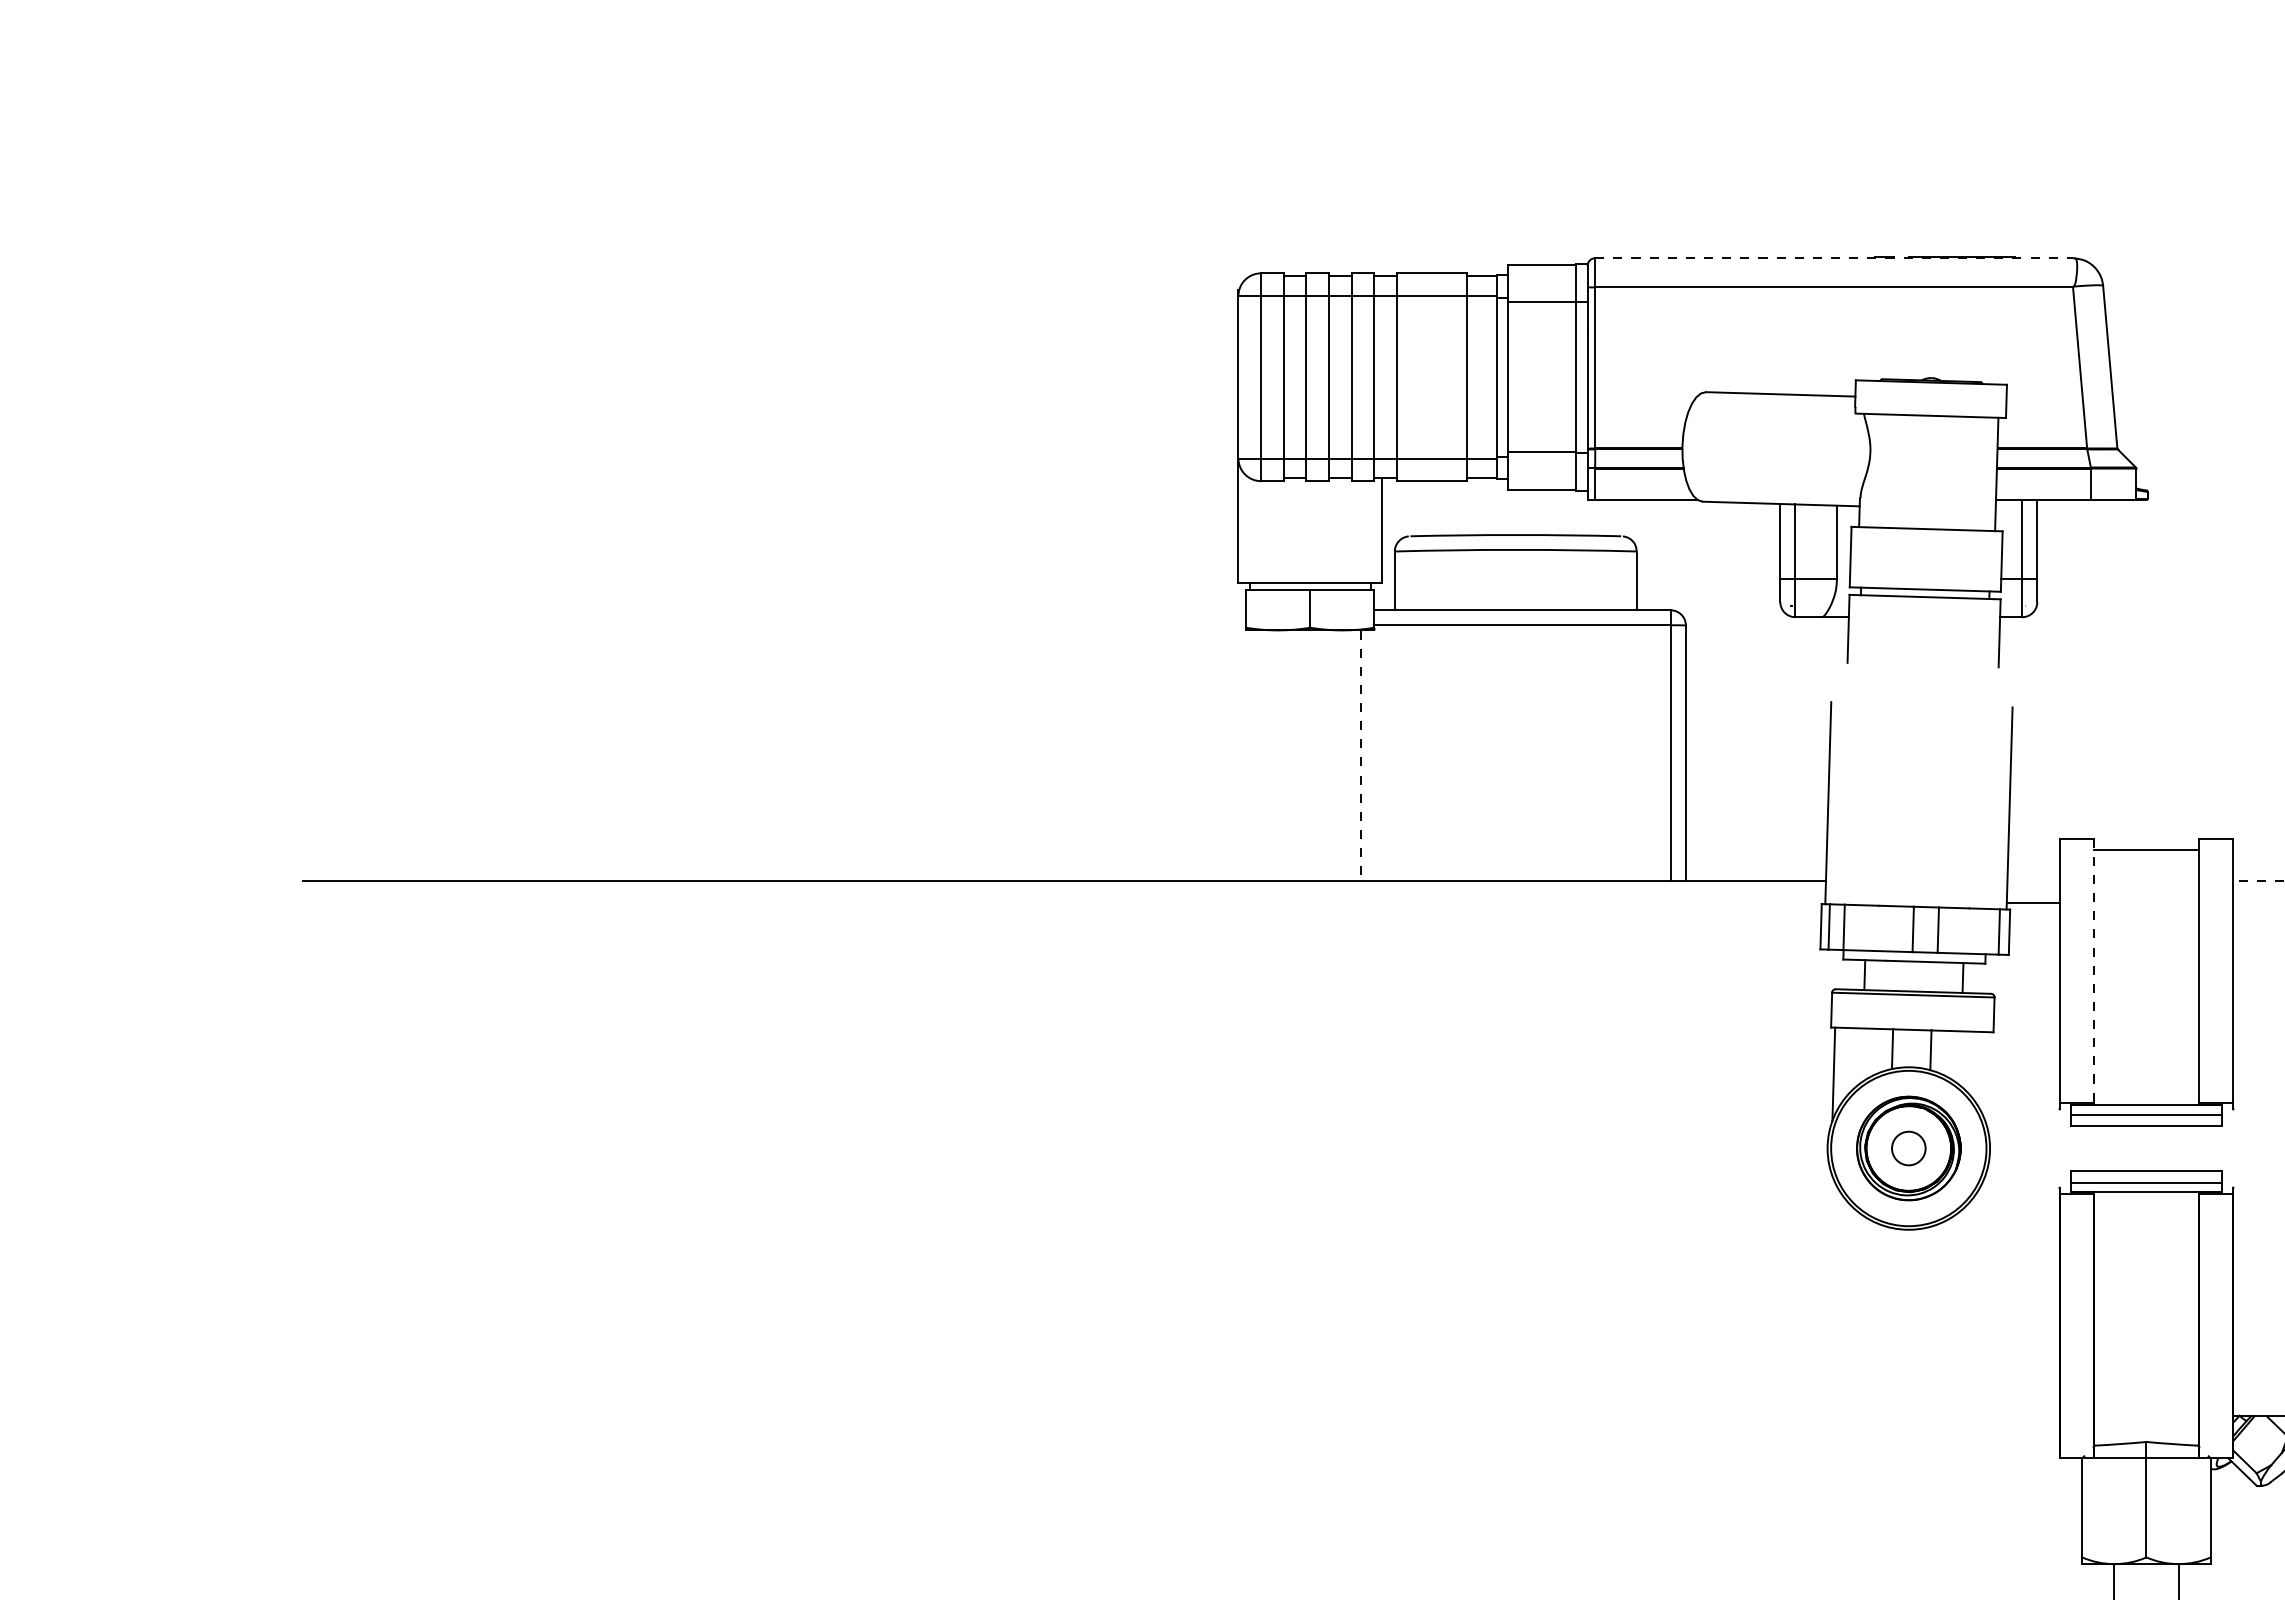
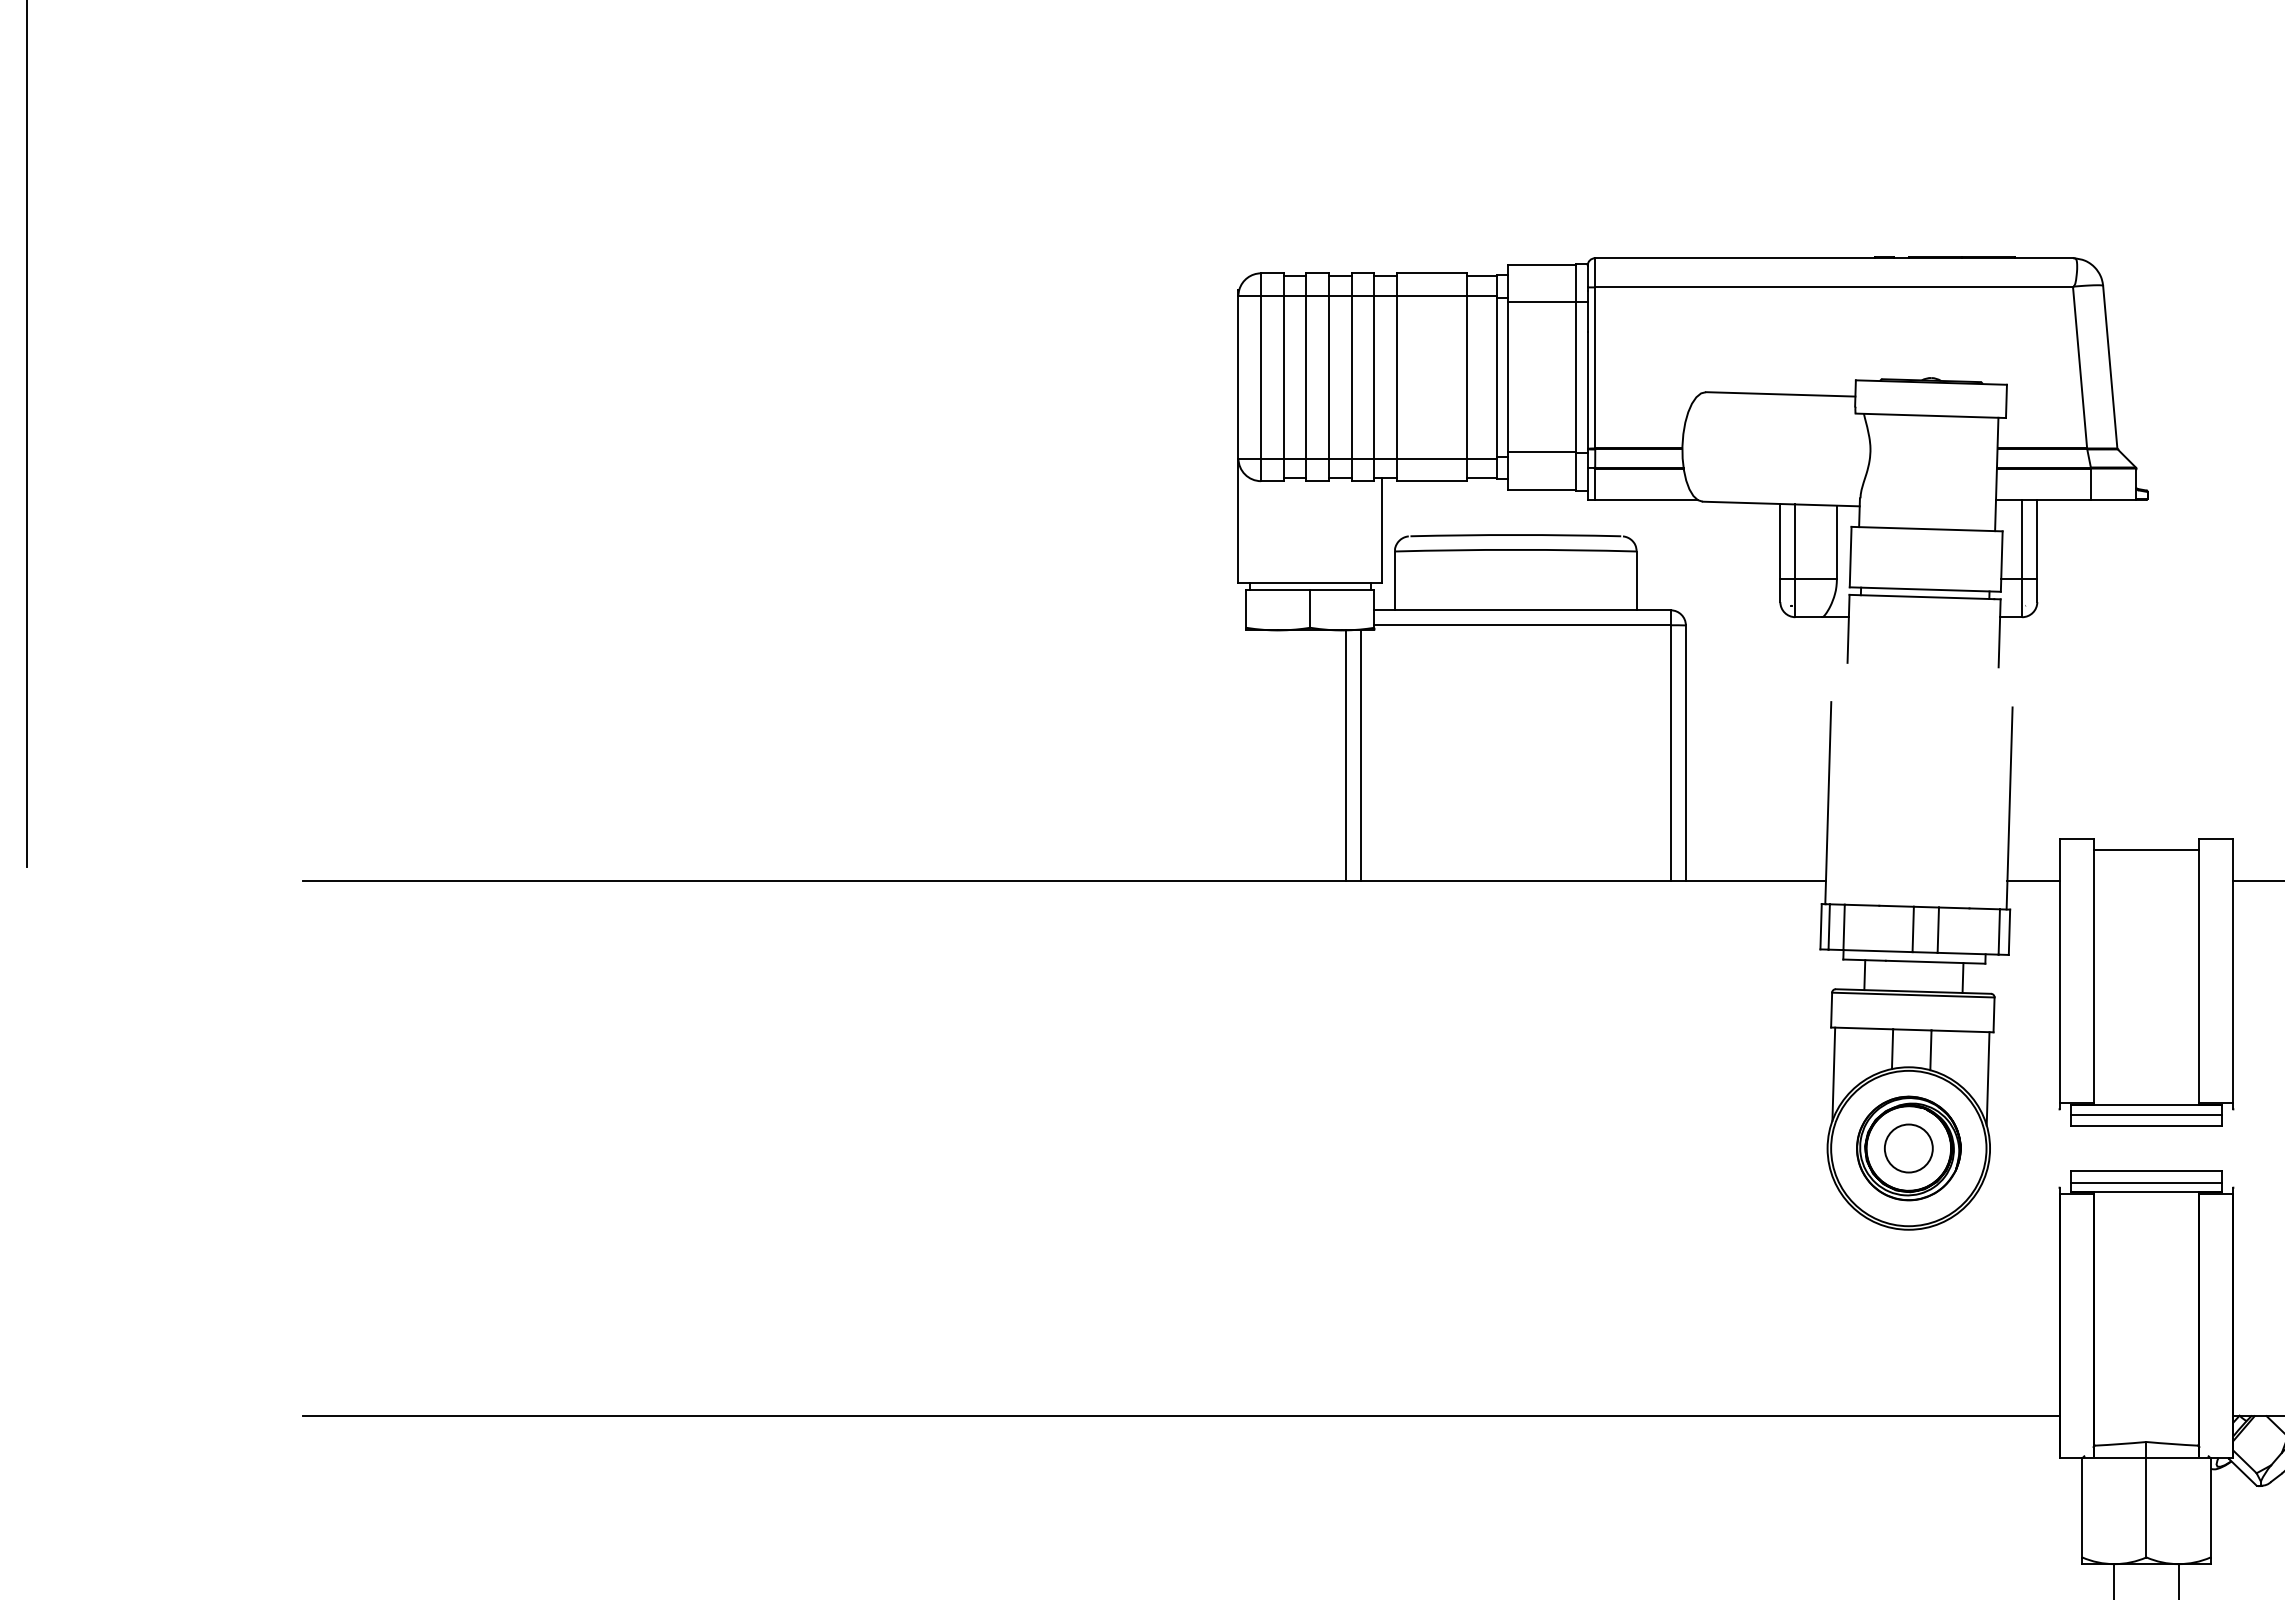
line at (1834, 258): dashed -> solid
line at (26, 434): none -> present
line at (1345, 755): none -> present
line at (1360, 756): dashed -> solid
line at (2258, 880): dashed -> solid
line at (2033, 902) position: (2033, 902) -> (2033, 880)
line at (2093, 971): dashed -> solid
line at (1987, 1078): none -> present
circle at (1908, 1148) diameter: 34 px -> 48 px
line at (1180, 1416): none -> present
